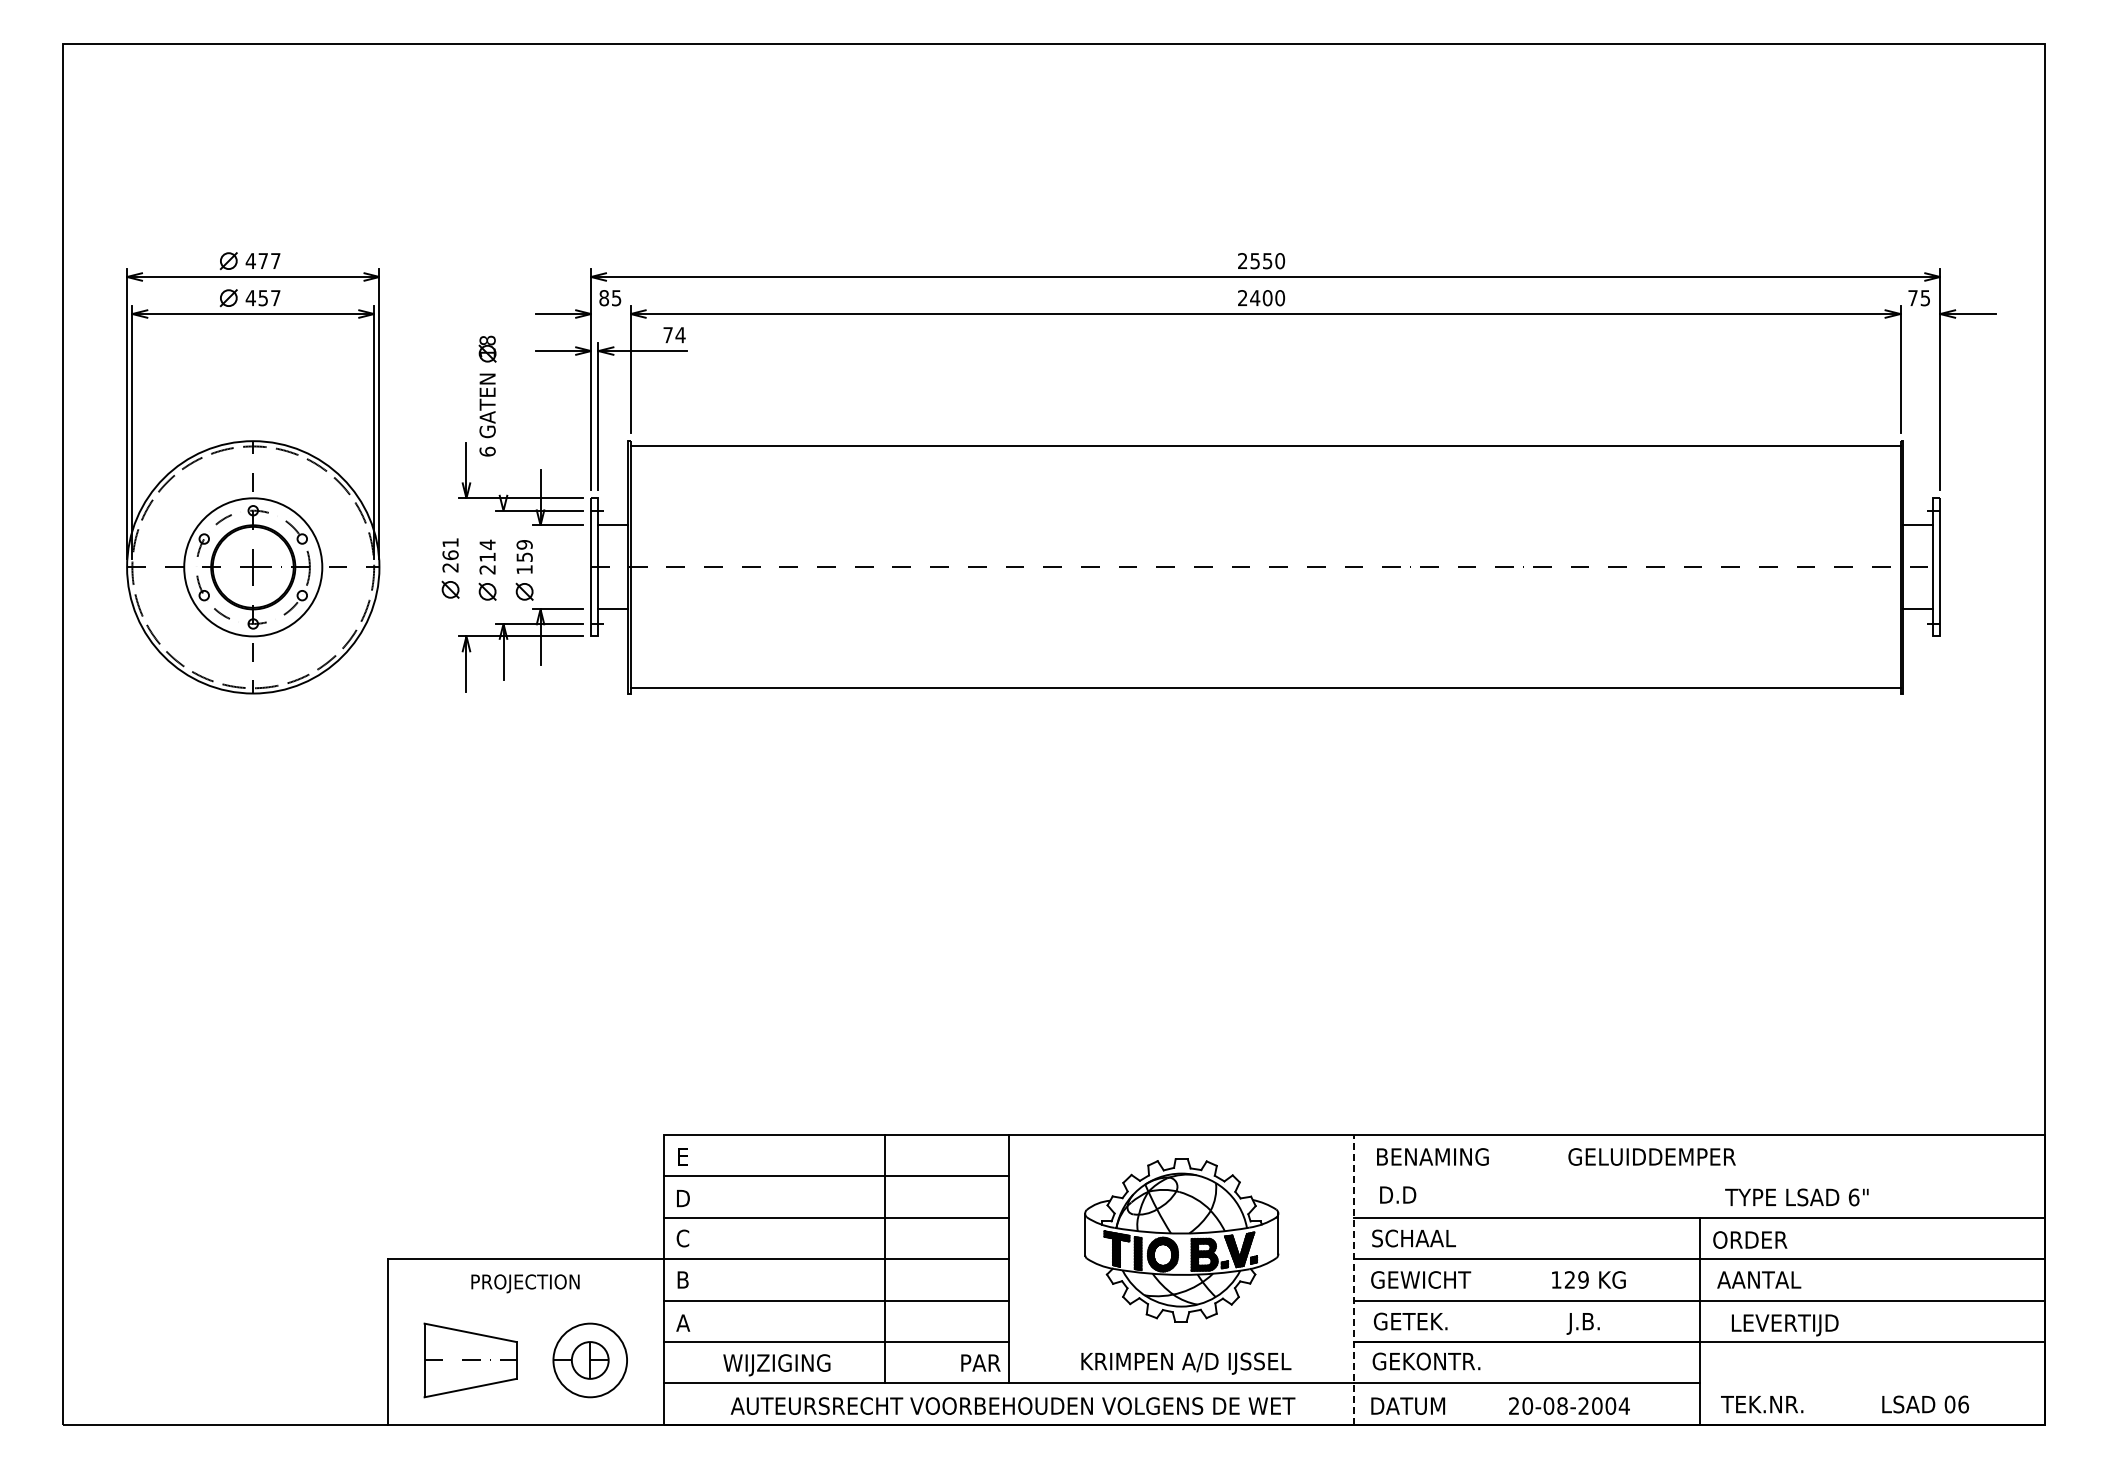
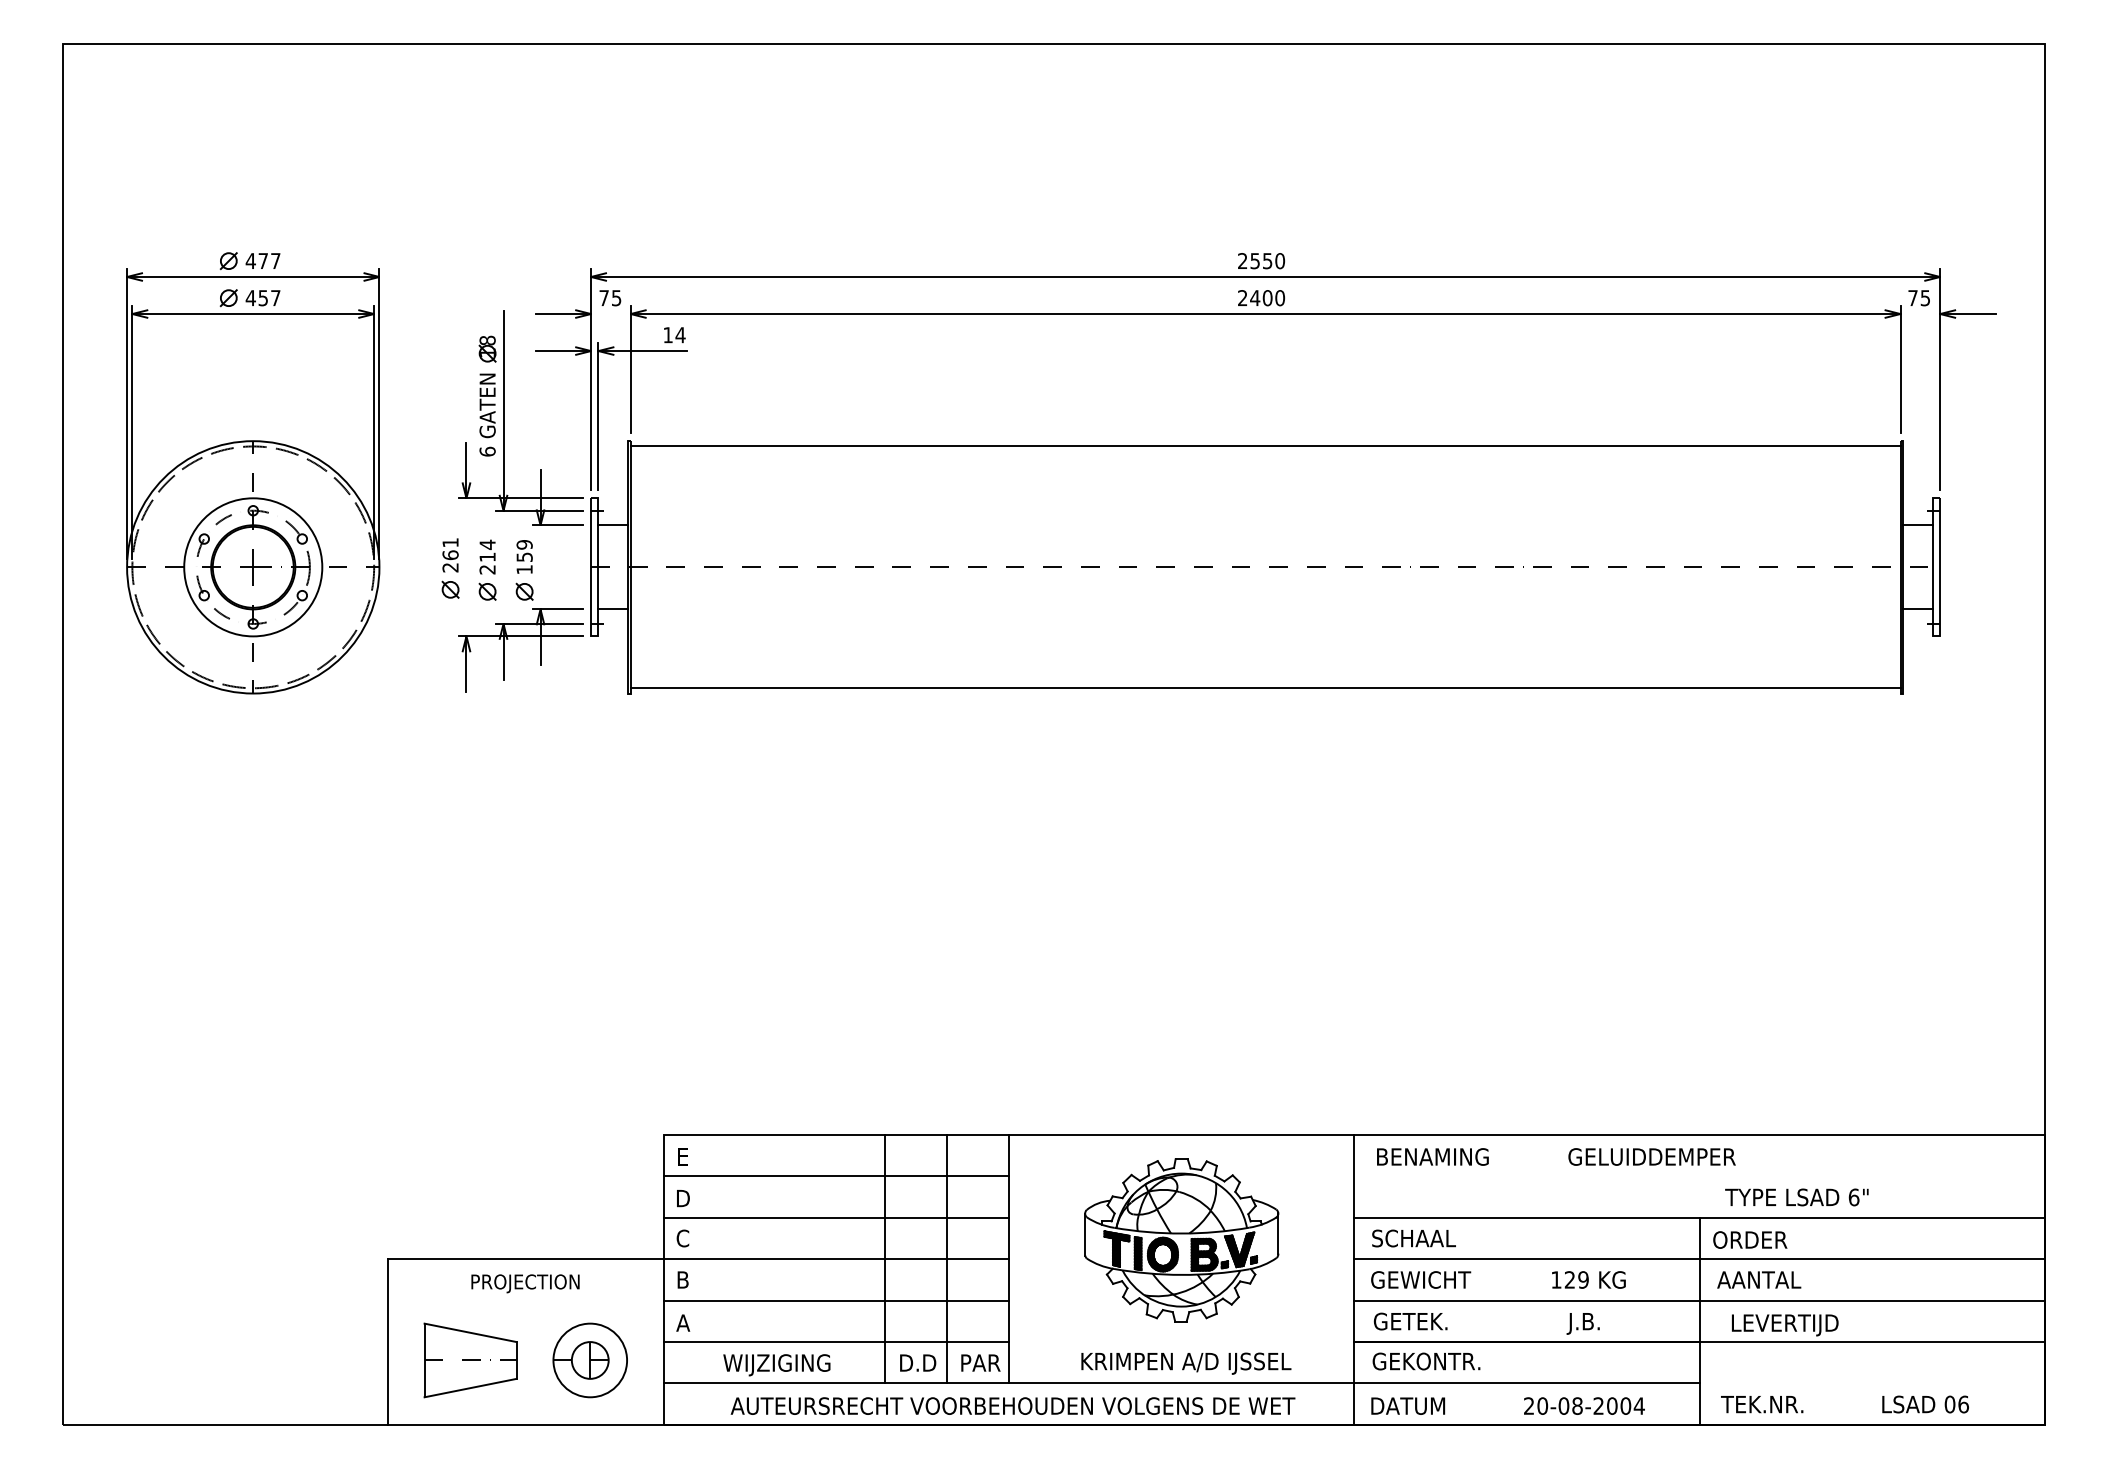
text at (604, 298): 85 -> 75
text at (667, 335): 74 -> 14
line at (503, 410): none -> present
text at (1398, 1194) position: (1398, 1194) -> (918, 1362)
line at (946, 1258): none -> present
line at (1354, 1279): dashed -> solid
text at (1569, 1405) position: (1569, 1405) -> (1584, 1405)
